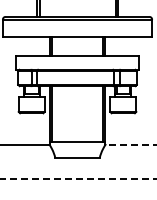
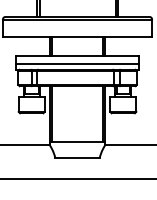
line at (77, 64): none -> present
line at (130, 144): dashed -> solid
line at (78, 179): dashed -> solid
